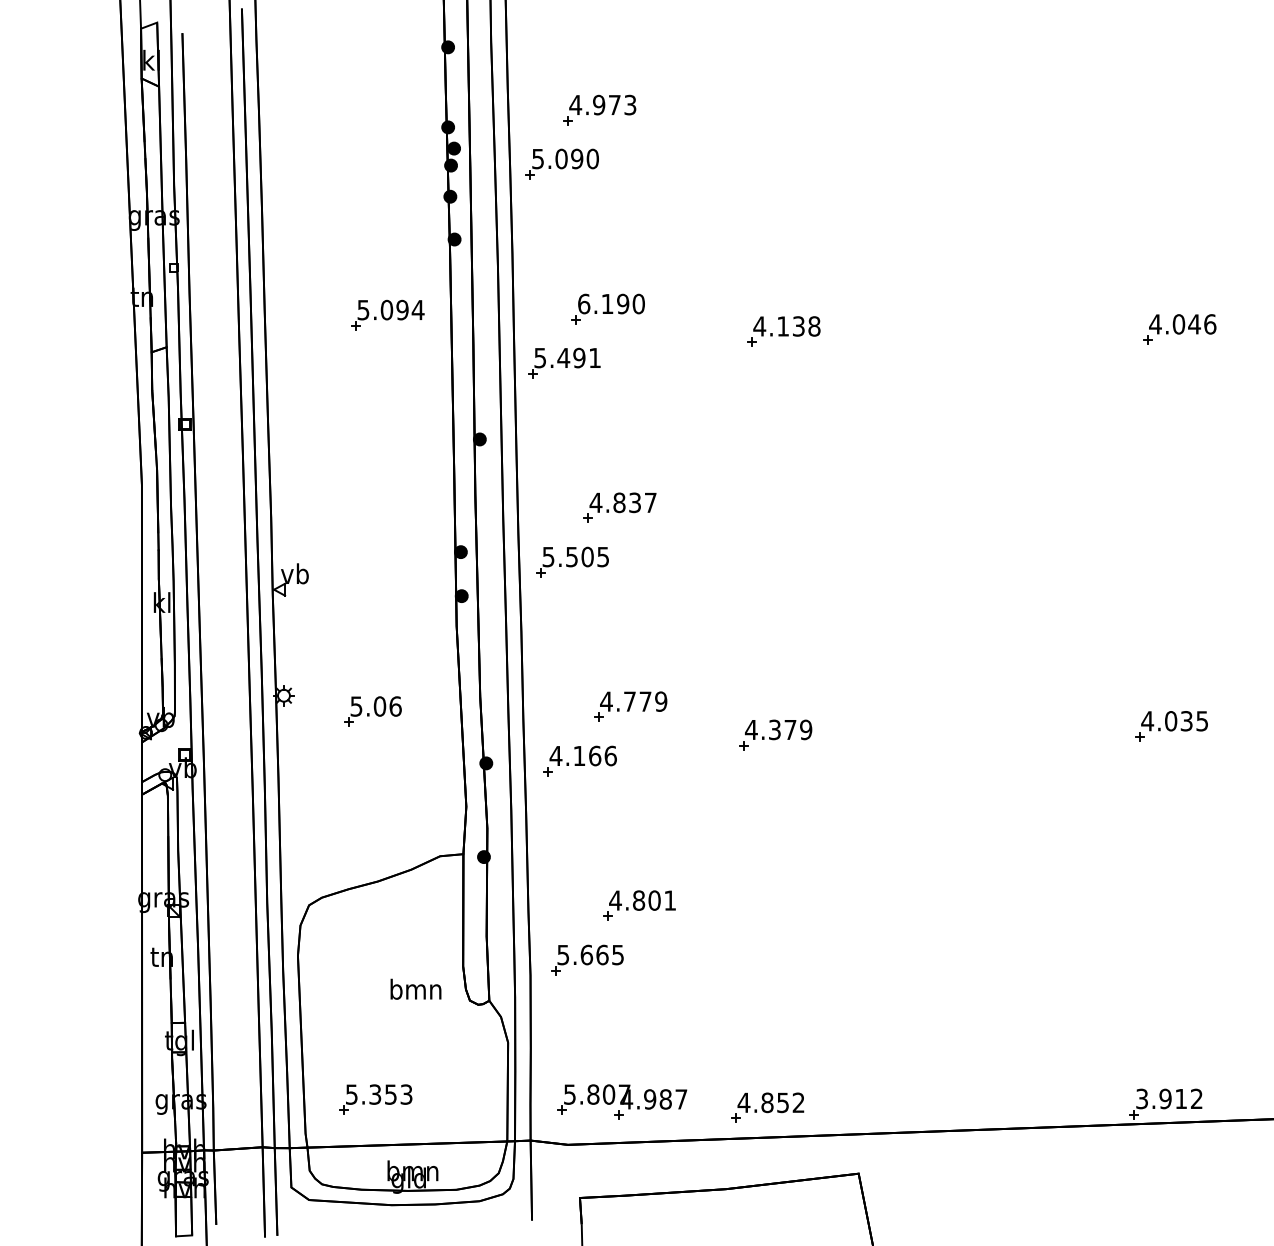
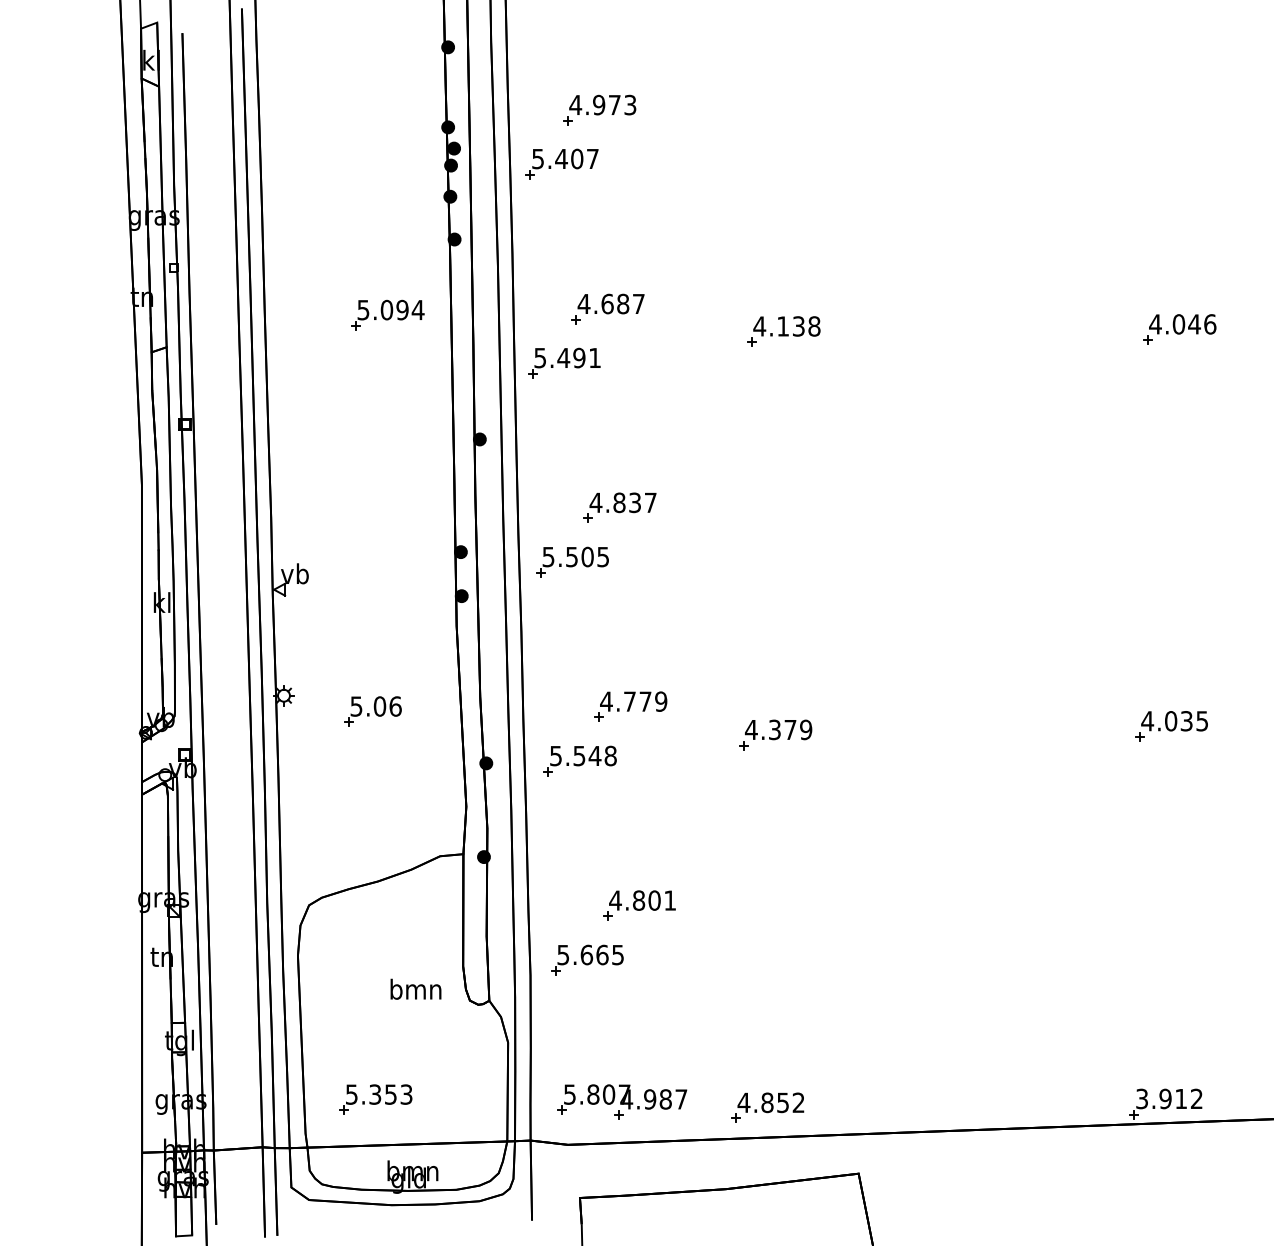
text at (576, 158): 5.090 -> 5.407
text at (610, 303): 6.190 -> 4.687
text at (582, 755): 4.166 -> 5.548
